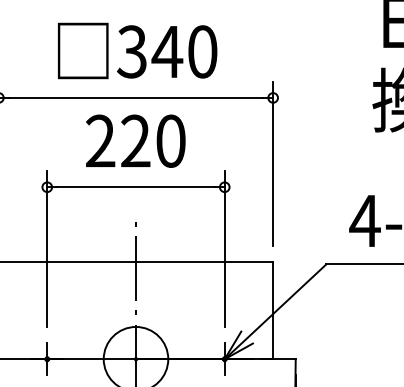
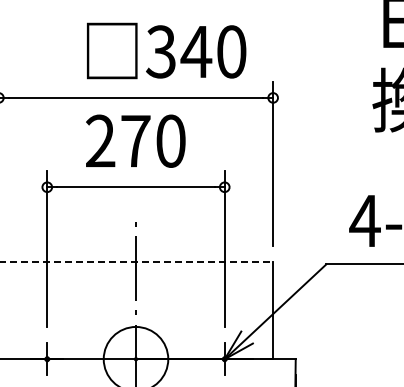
text at (137, 50) position: (137, 50) -> (166, 50)
text at (135, 140): 220 -> 270
line at (137, 262): solid -> dashed
